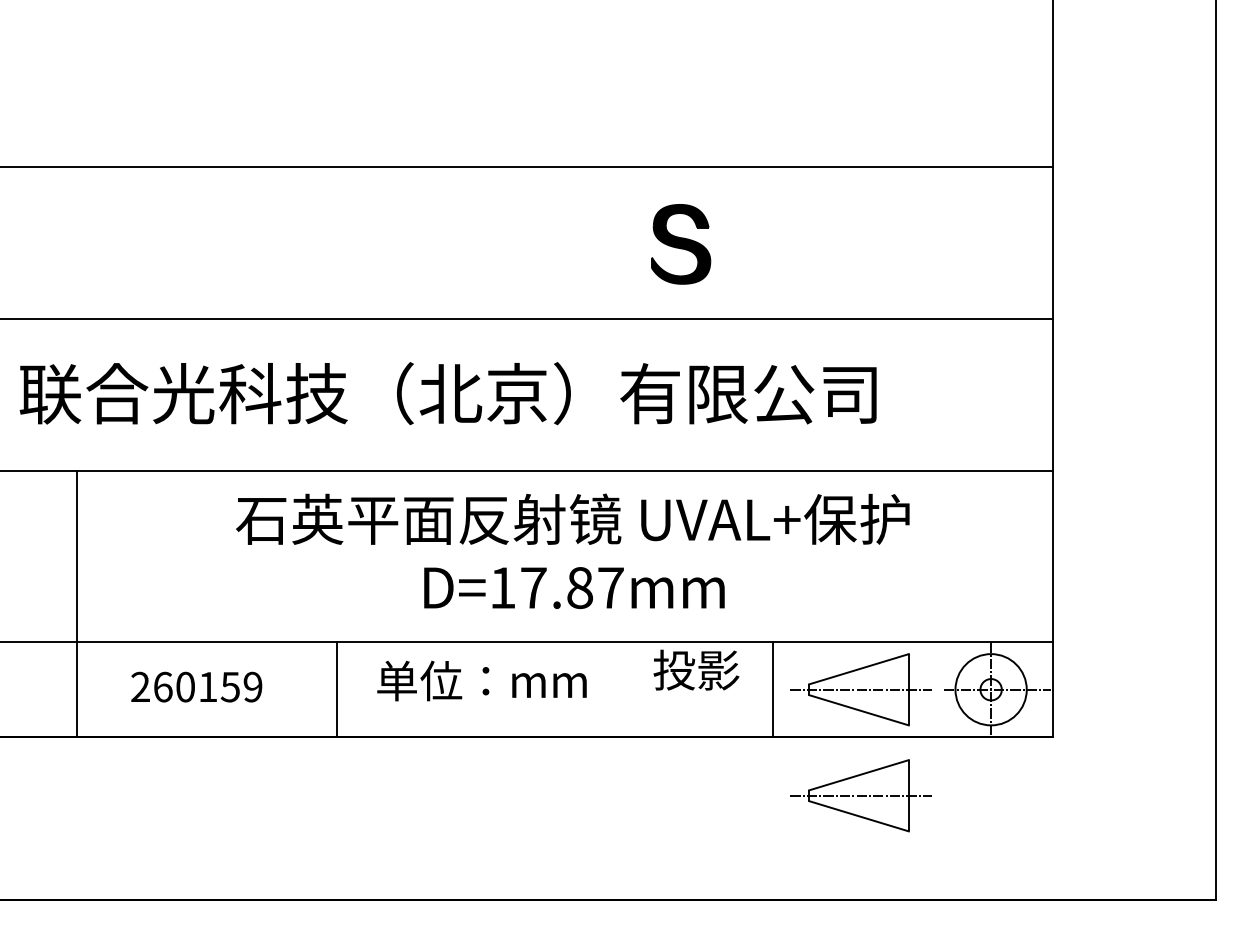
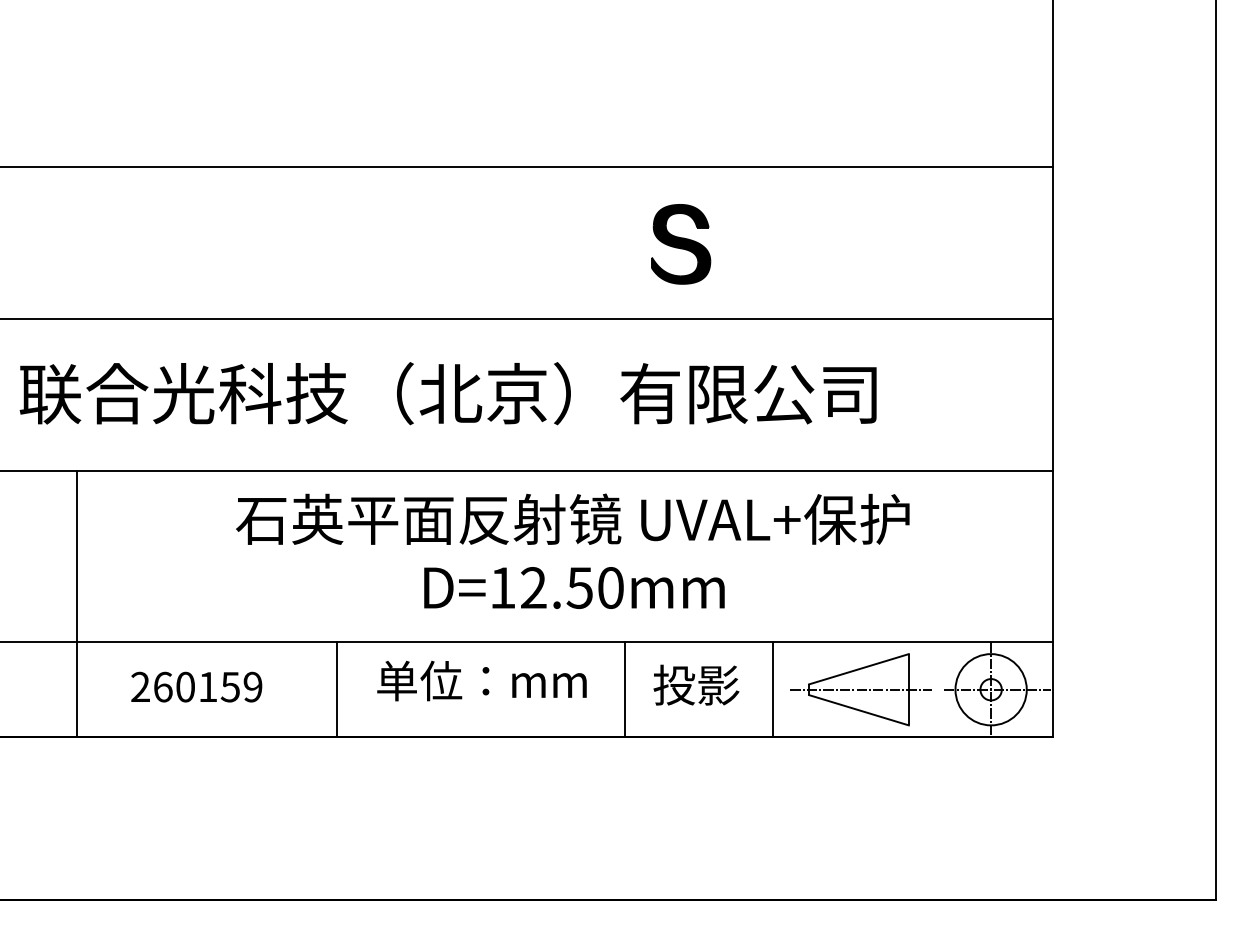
text at (572, 587): ^JD=17.87mm -> ^JD=12.50mm
text at (696, 669) position: (696, 669) -> (696, 684)
line at (624, 689): none -> present
part at (860, 795): present -> none
